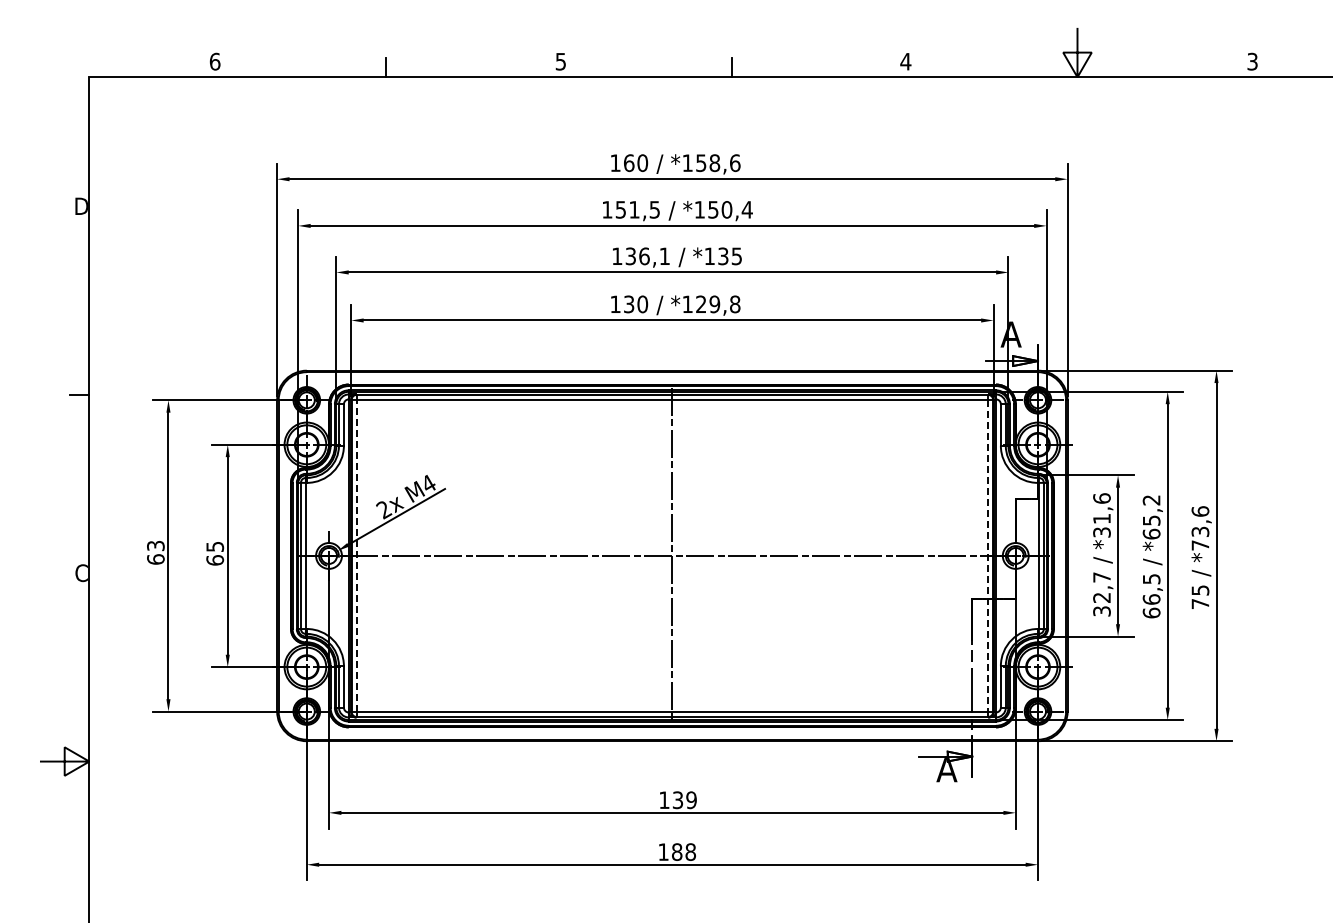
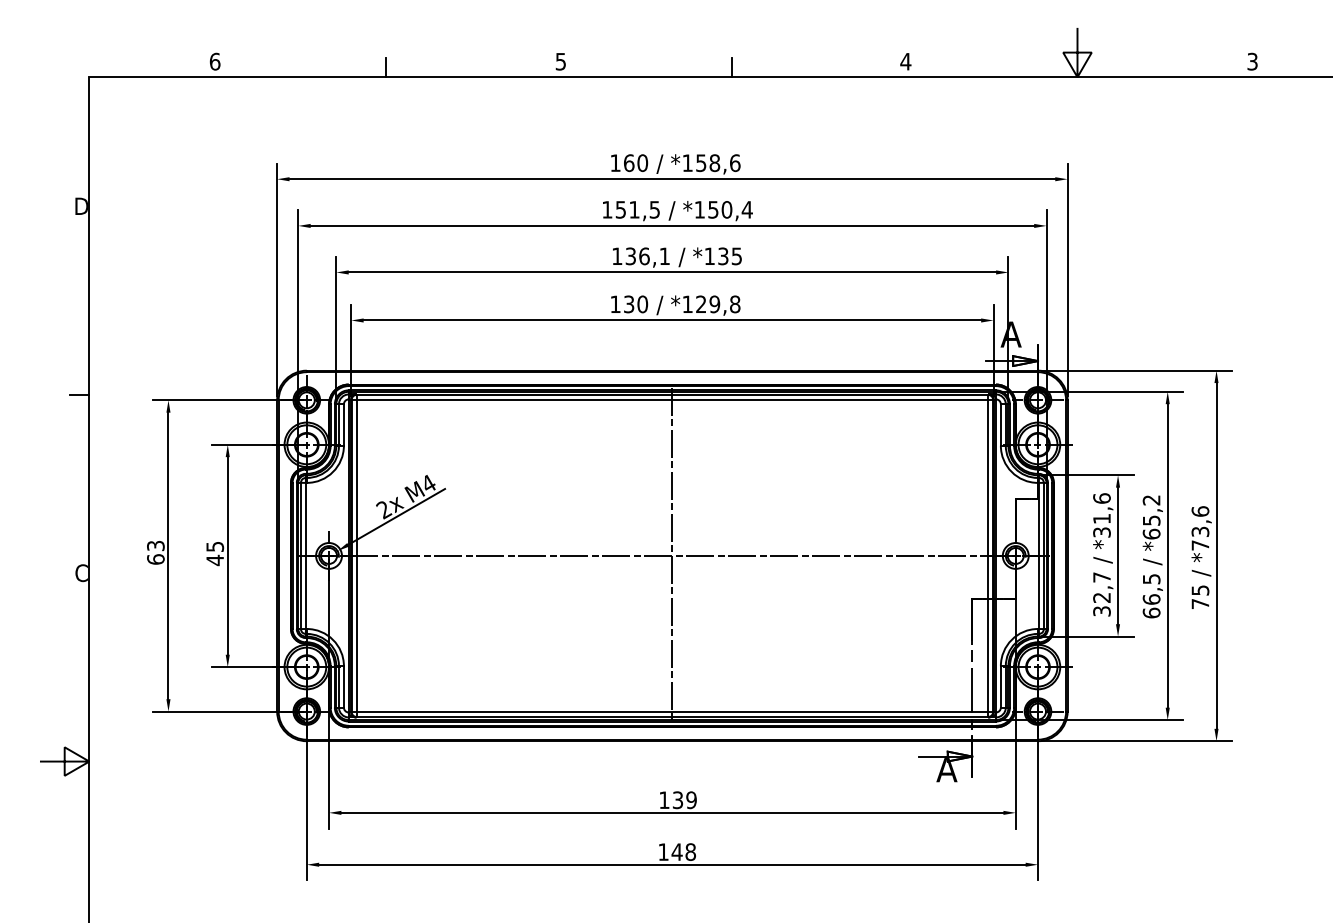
line at (356, 555): dashed -> solid
line at (988, 556): dashed -> solid
text at (215, 560): 65 -> 45
text at (676, 851): 188 -> 148
